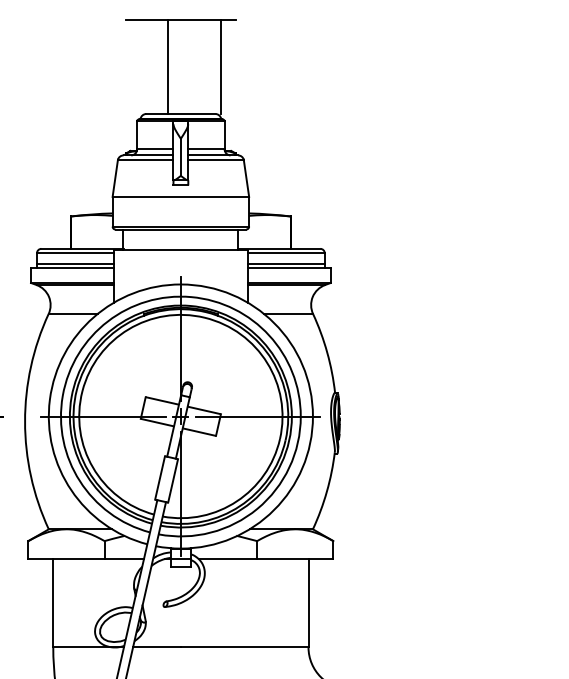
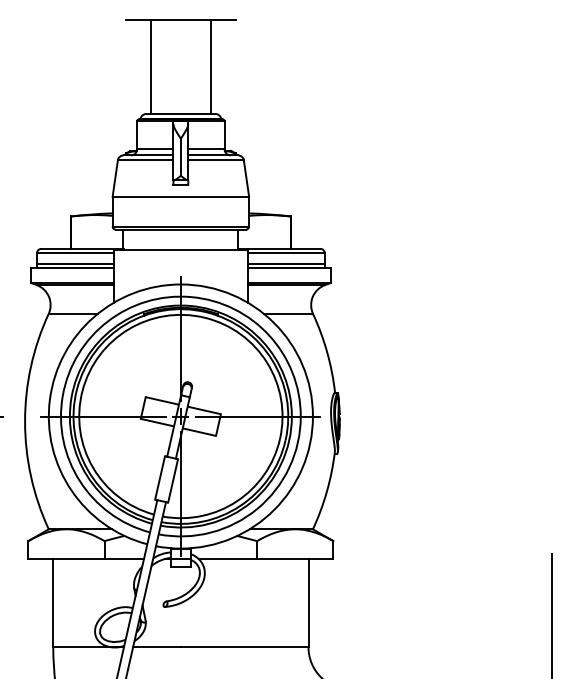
line at (168, 66) position: (168, 66) -> (151, 66)
line at (220, 66) position: (220, 66) -> (210, 66)
line at (551, 613): none -> present
